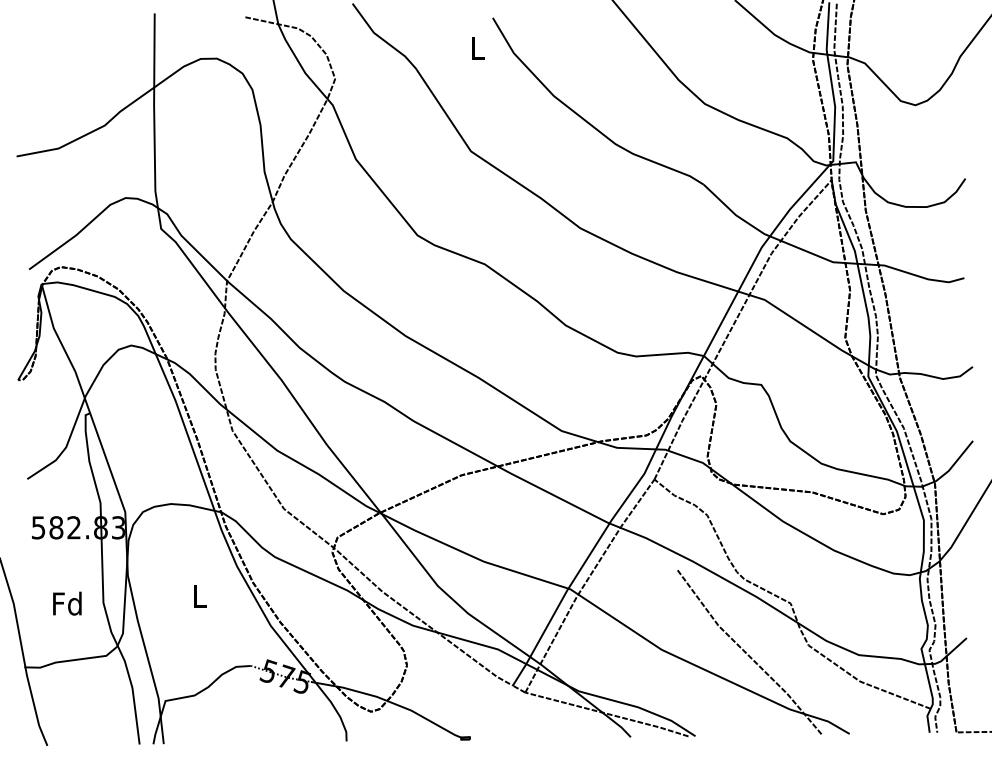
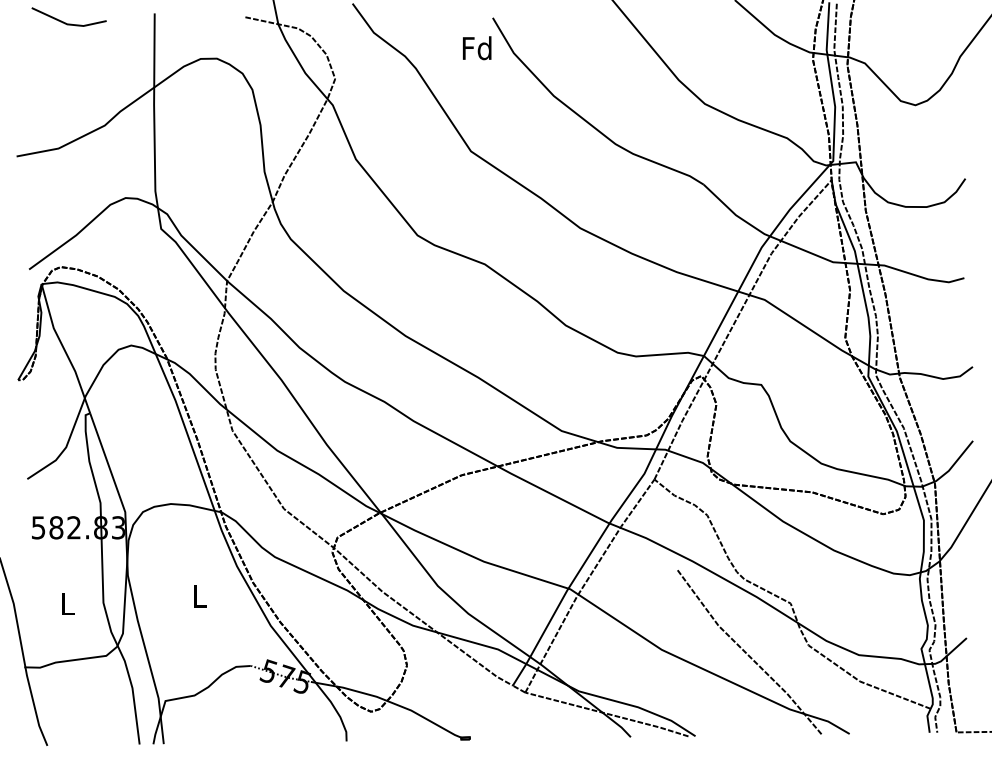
line at (65, 22): none -> present
text at (476, 48): L -> Fd
text at (67, 603): Fd -> L
